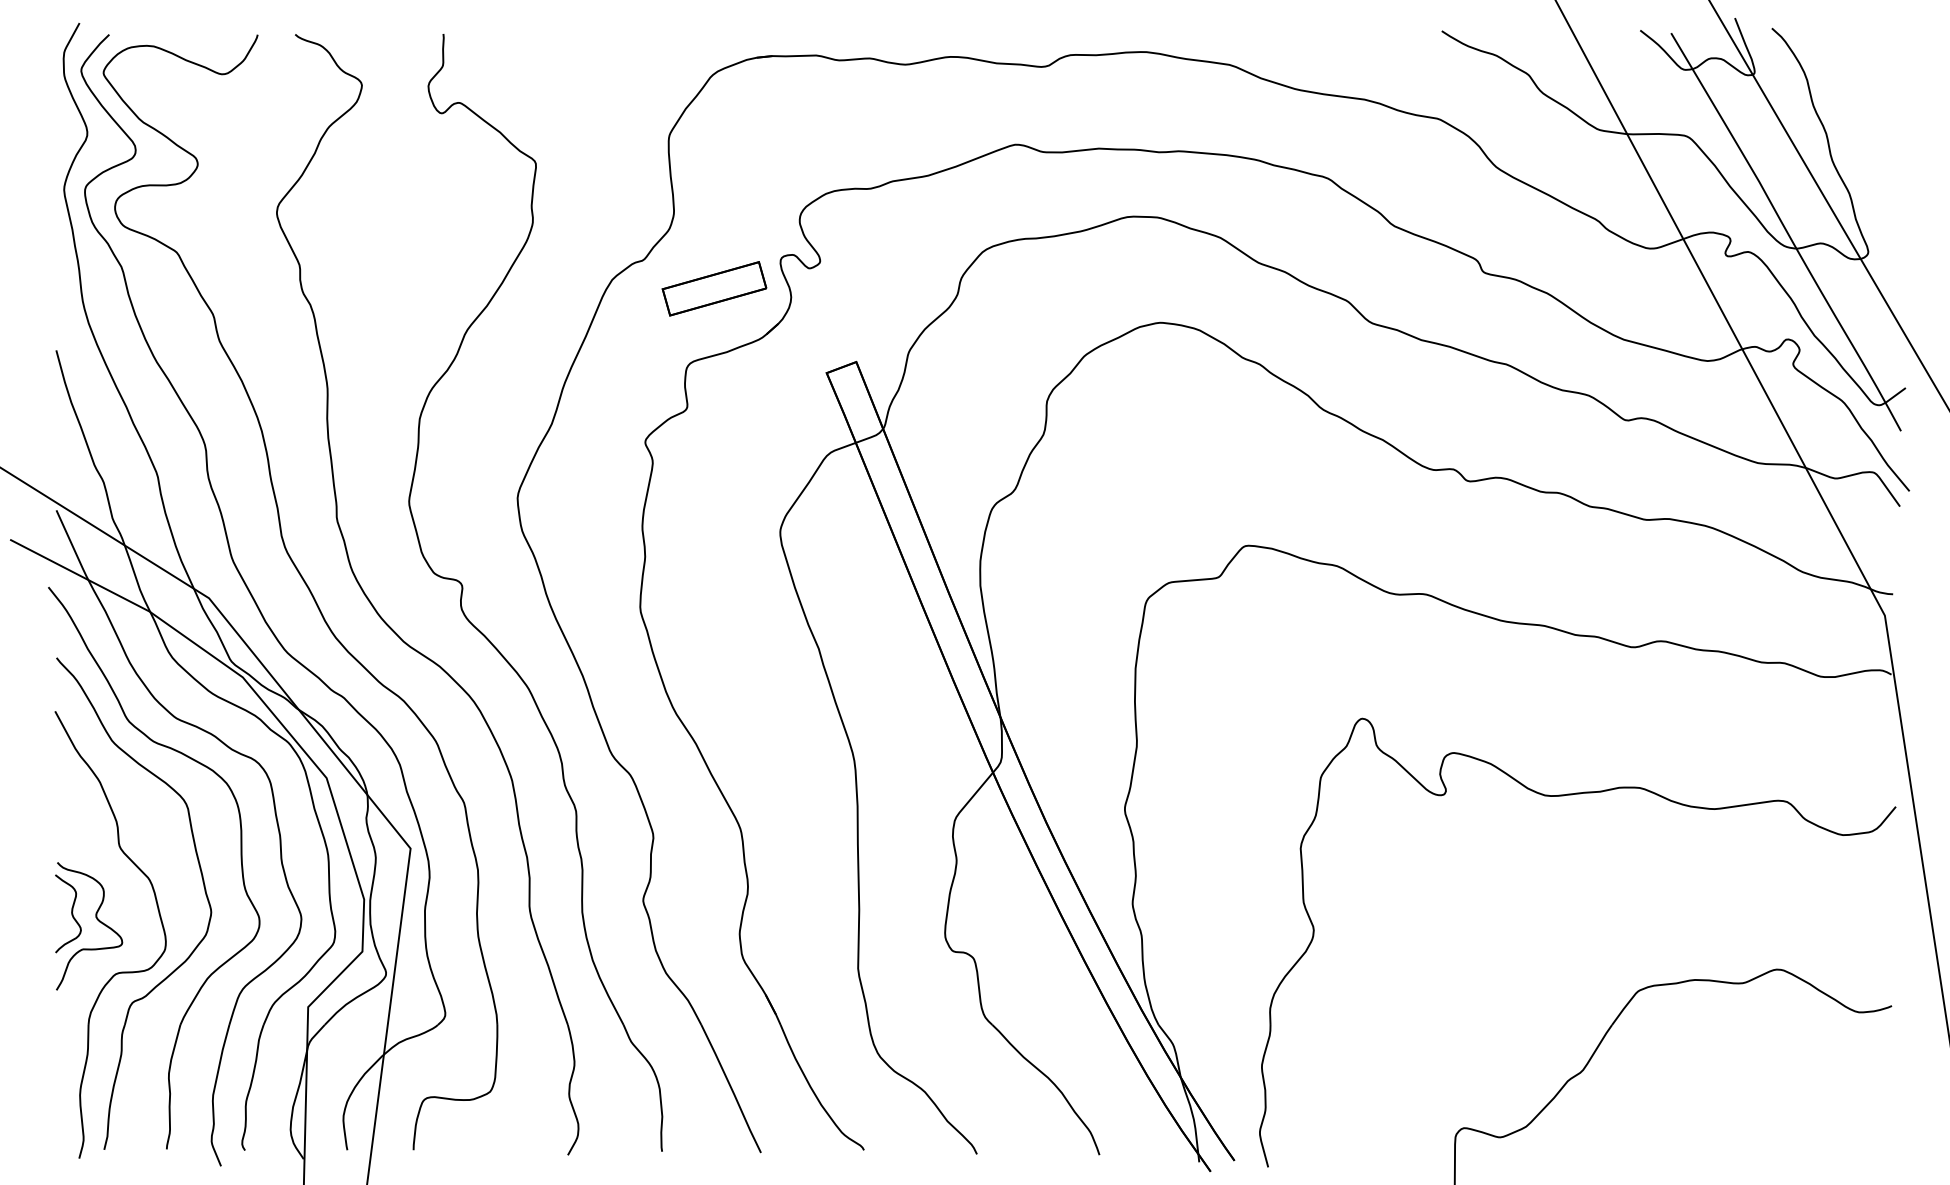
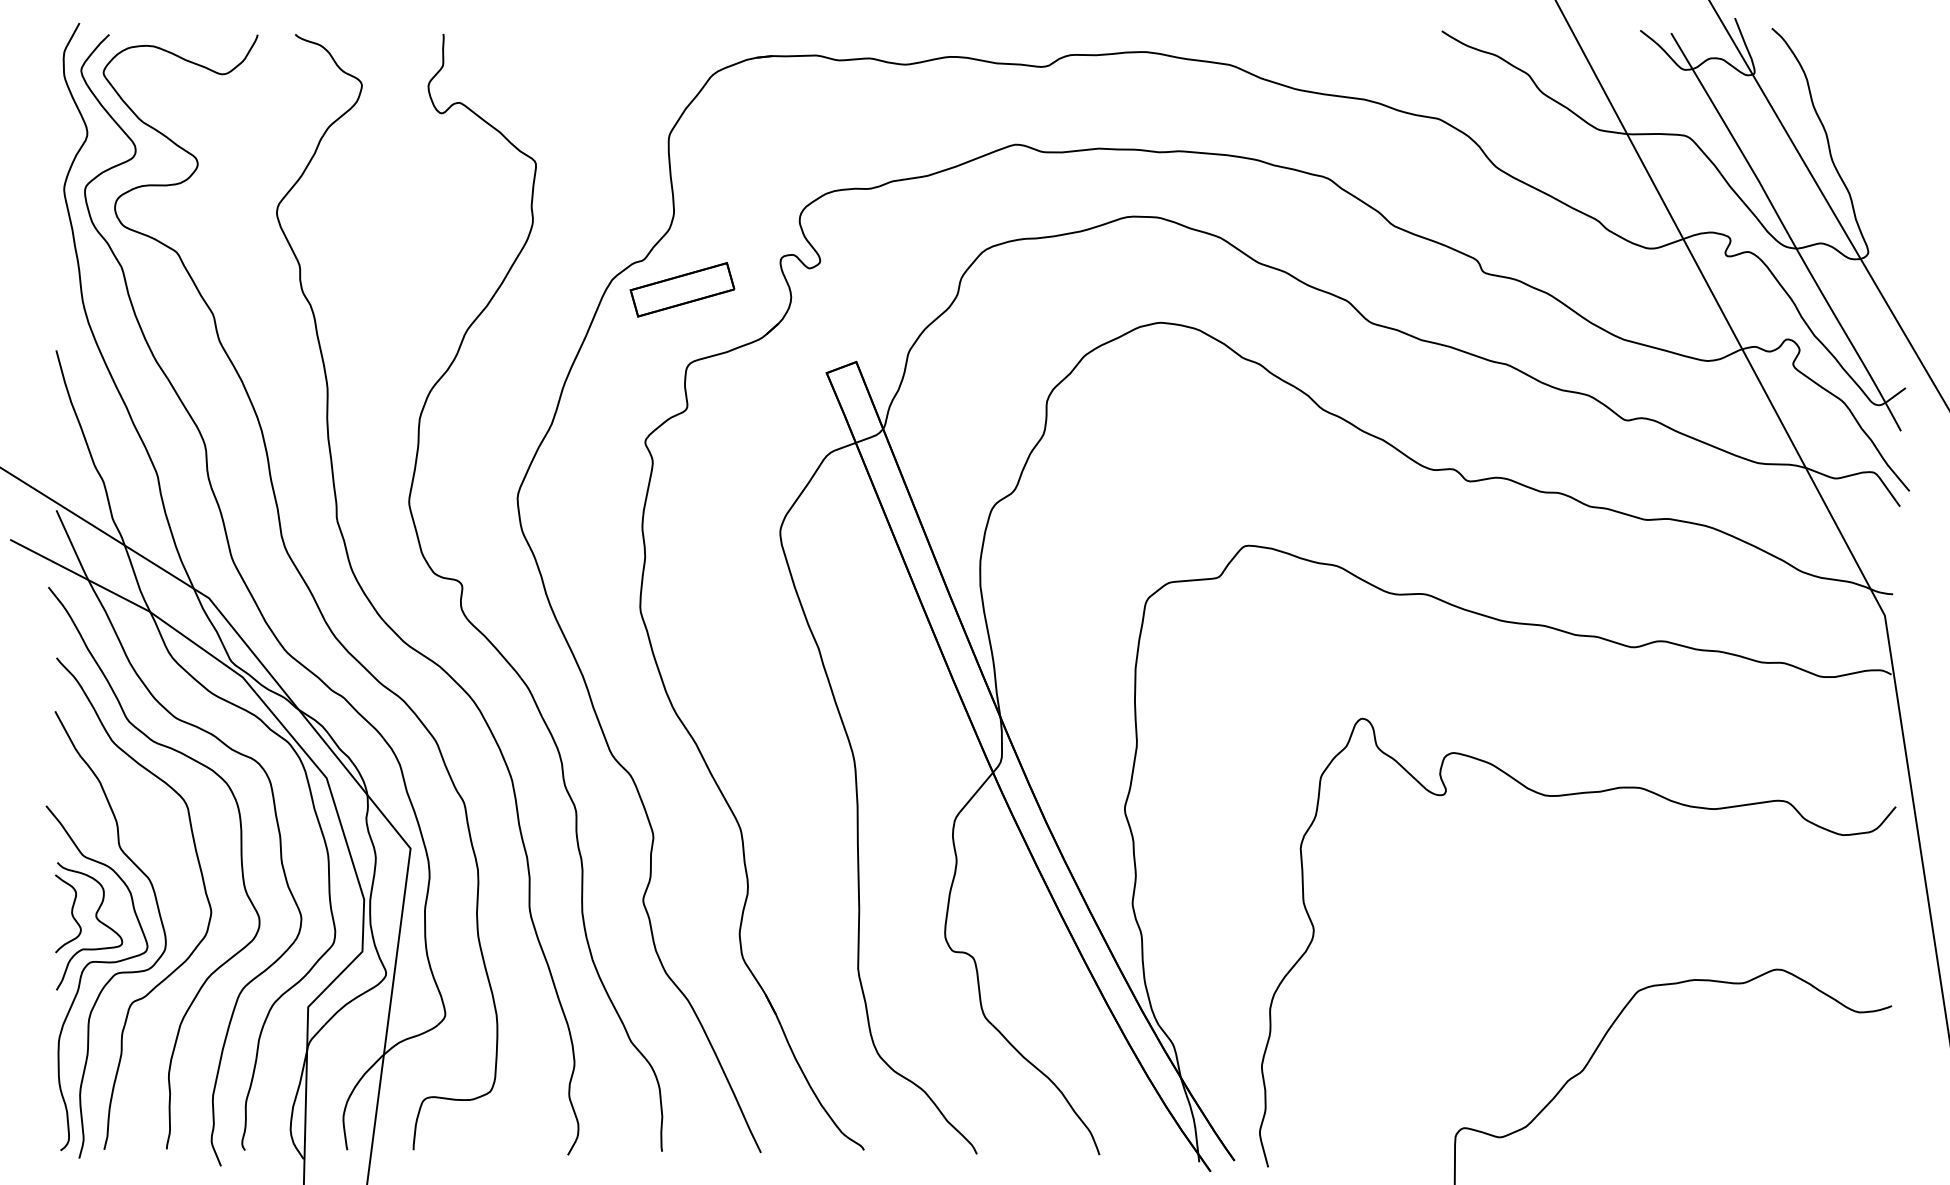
part at (714, 288) position: (714, 288) -> (682, 289)
part at (83, 972): none -> present
